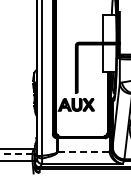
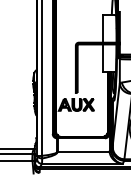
line at (84, 151): dashed -> solid
line at (16, 154): dashed -> solid
